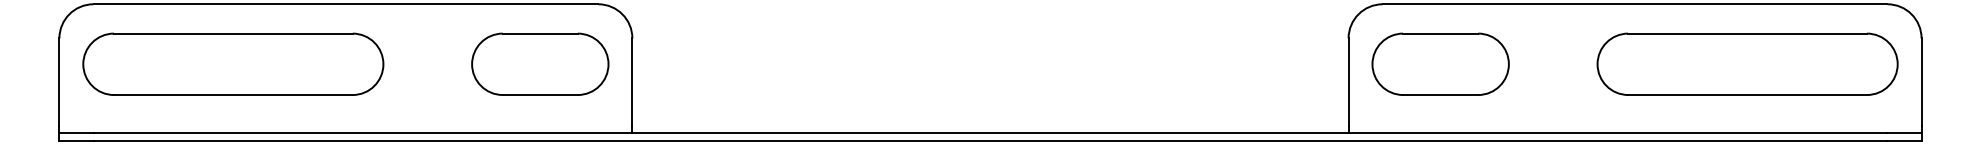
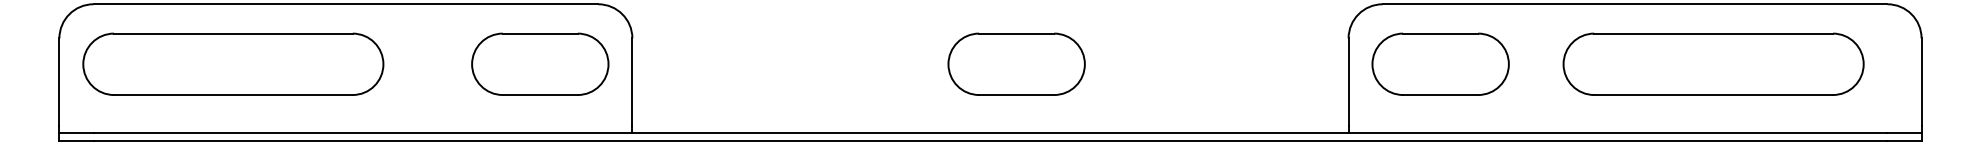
part at (1016, 63): none -> present
part at (1747, 63) position: (1747, 63) -> (1713, 63)
